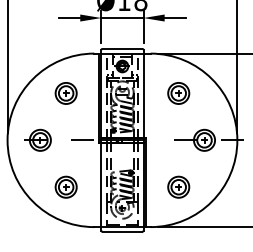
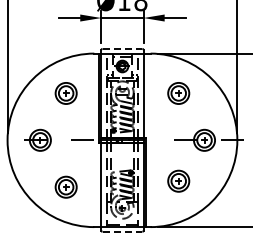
line at (122, 48): solid -> dashed
part at (178, 186) position: (178, 186) -> (178, 180)
line at (122, 231): solid -> dashed
